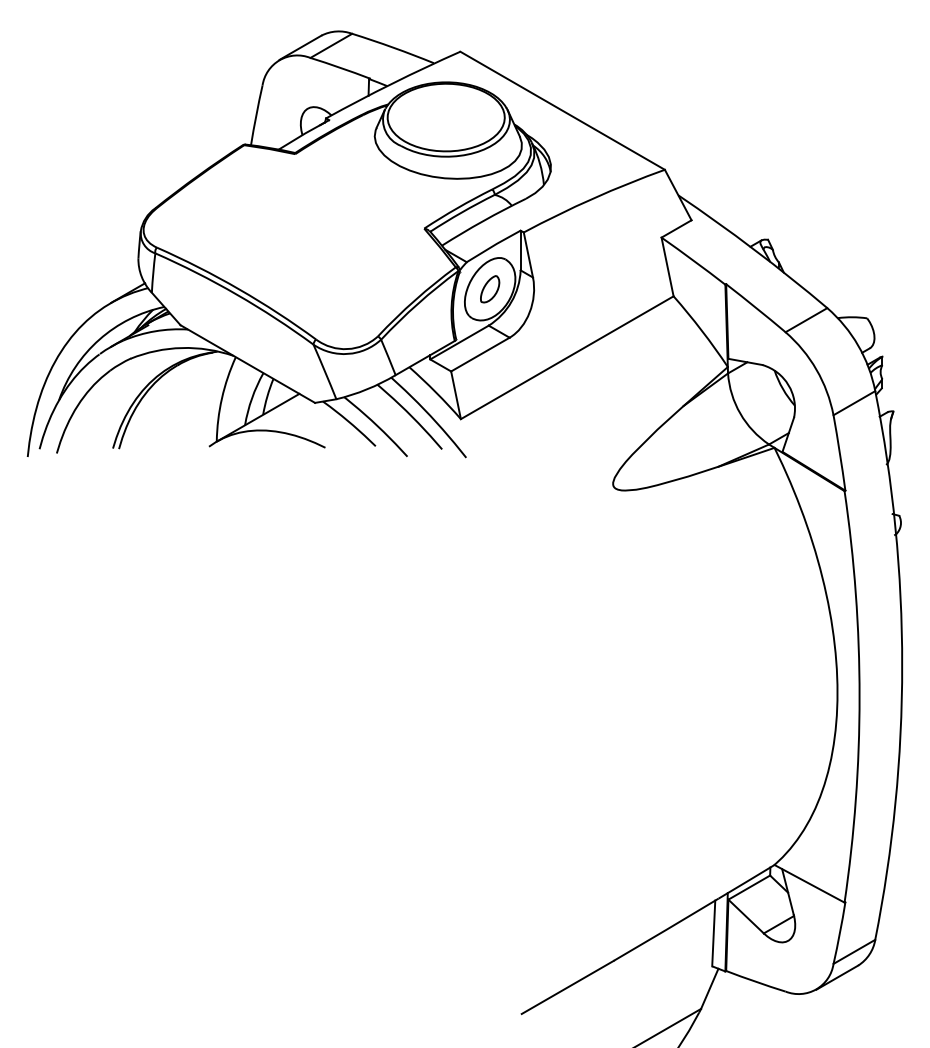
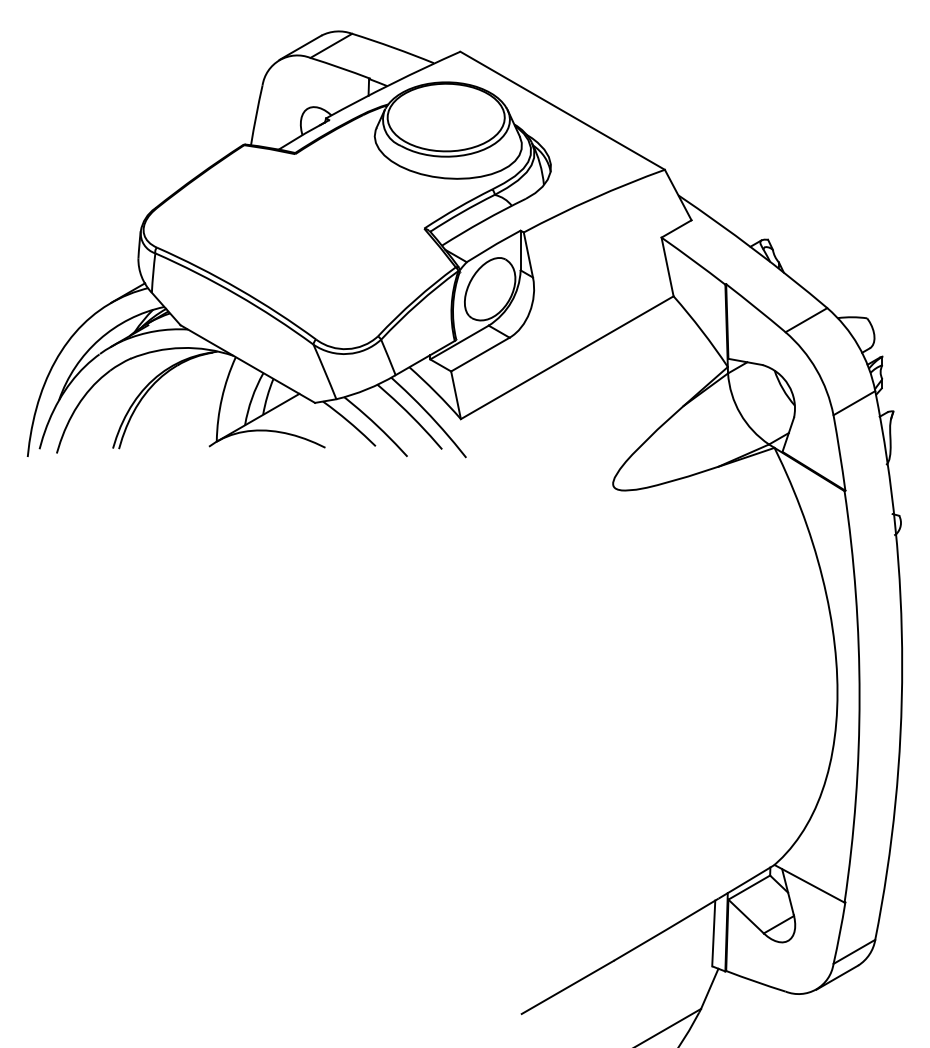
part at (490, 289): present -> none
